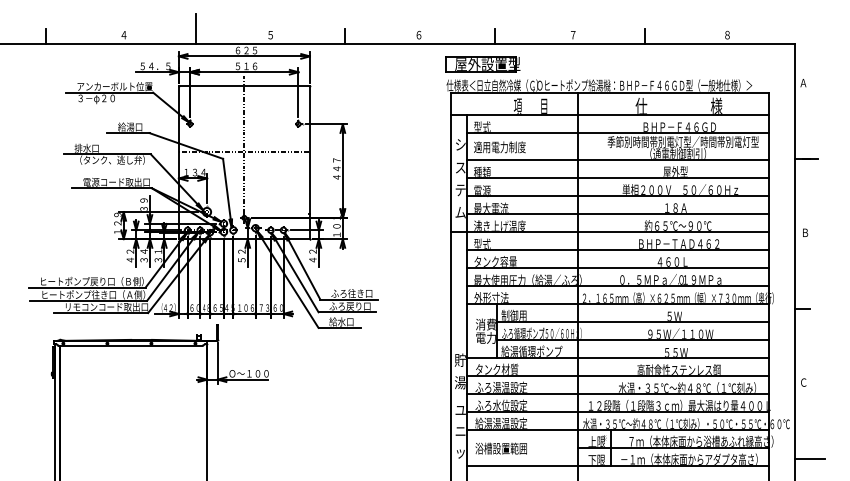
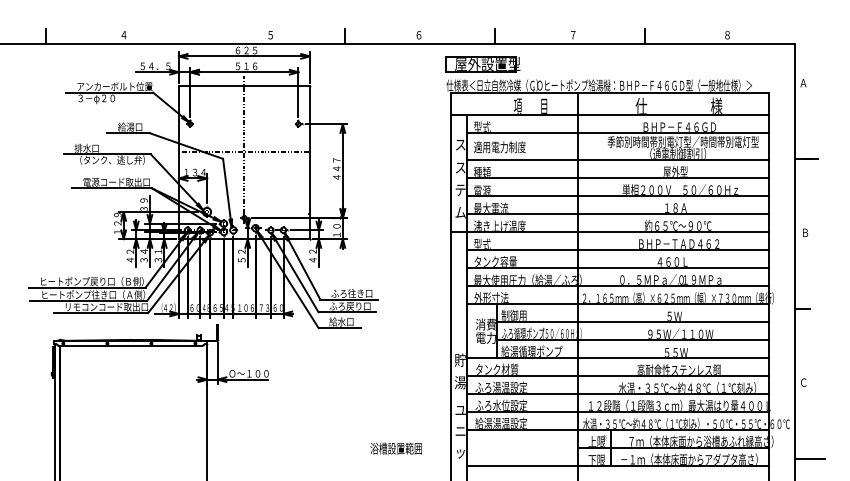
line at (195, 29): present -> none
text at (460, 144): シ -> ス
text at (500, 448) position: (500, 448) -> (395, 448)
